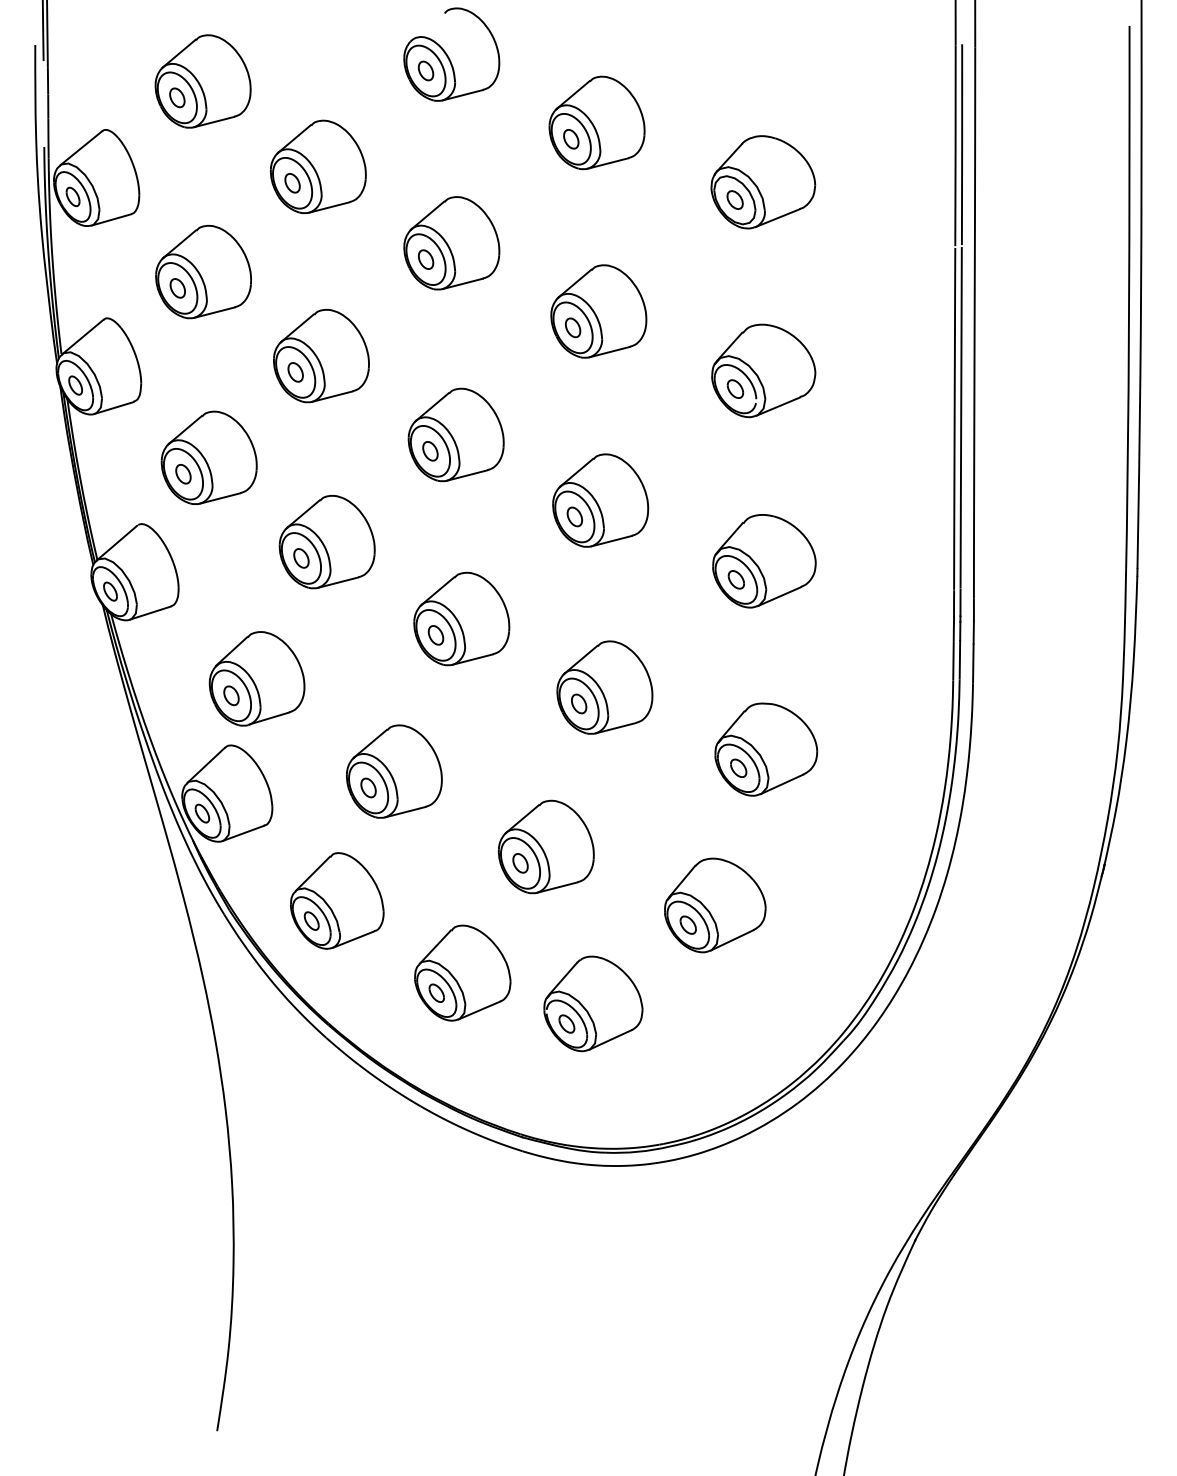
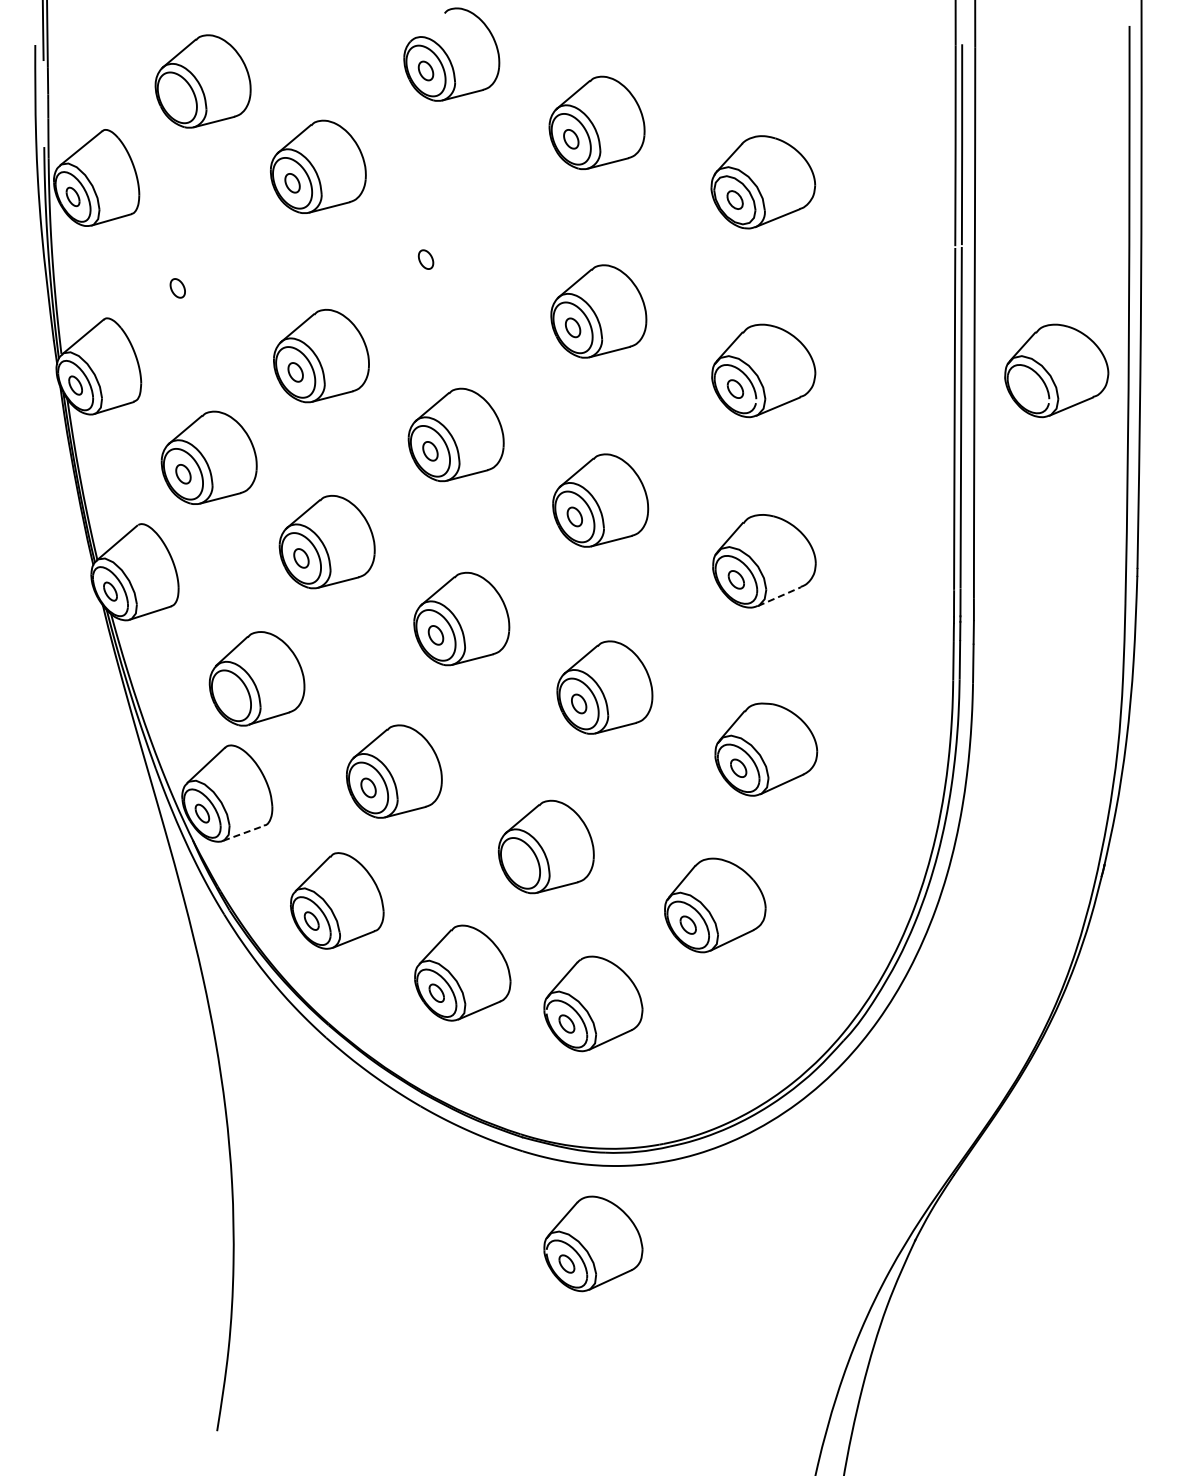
part at (177, 97): present -> none
part at (451, 243): present -> none
part at (203, 271): present -> none
part at (1056, 370): none -> present
line at (779, 596): solid -> dashed
part at (231, 695): present -> none
line at (243, 833): solid -> dashed
part at (520, 863): present -> none
part at (593, 1243): none -> present
